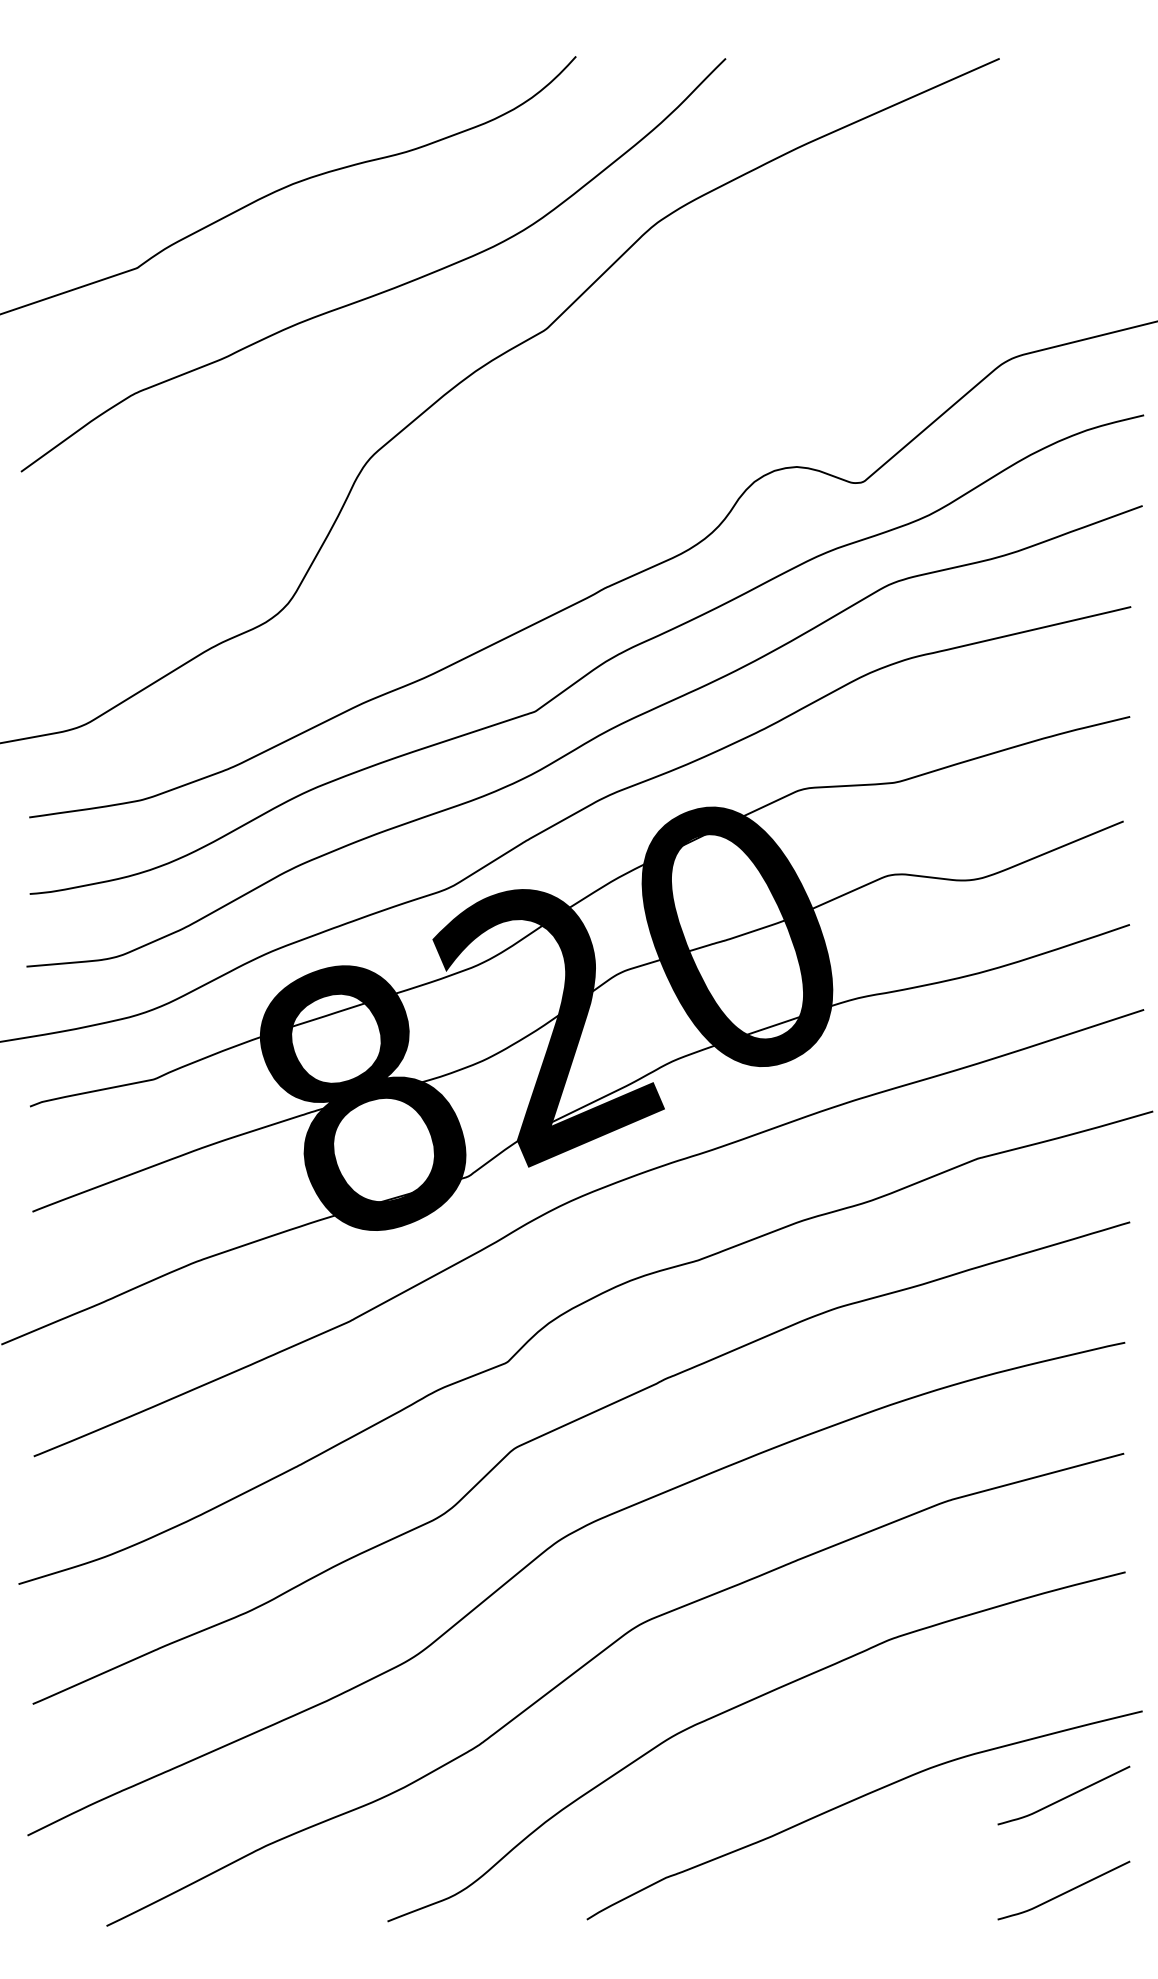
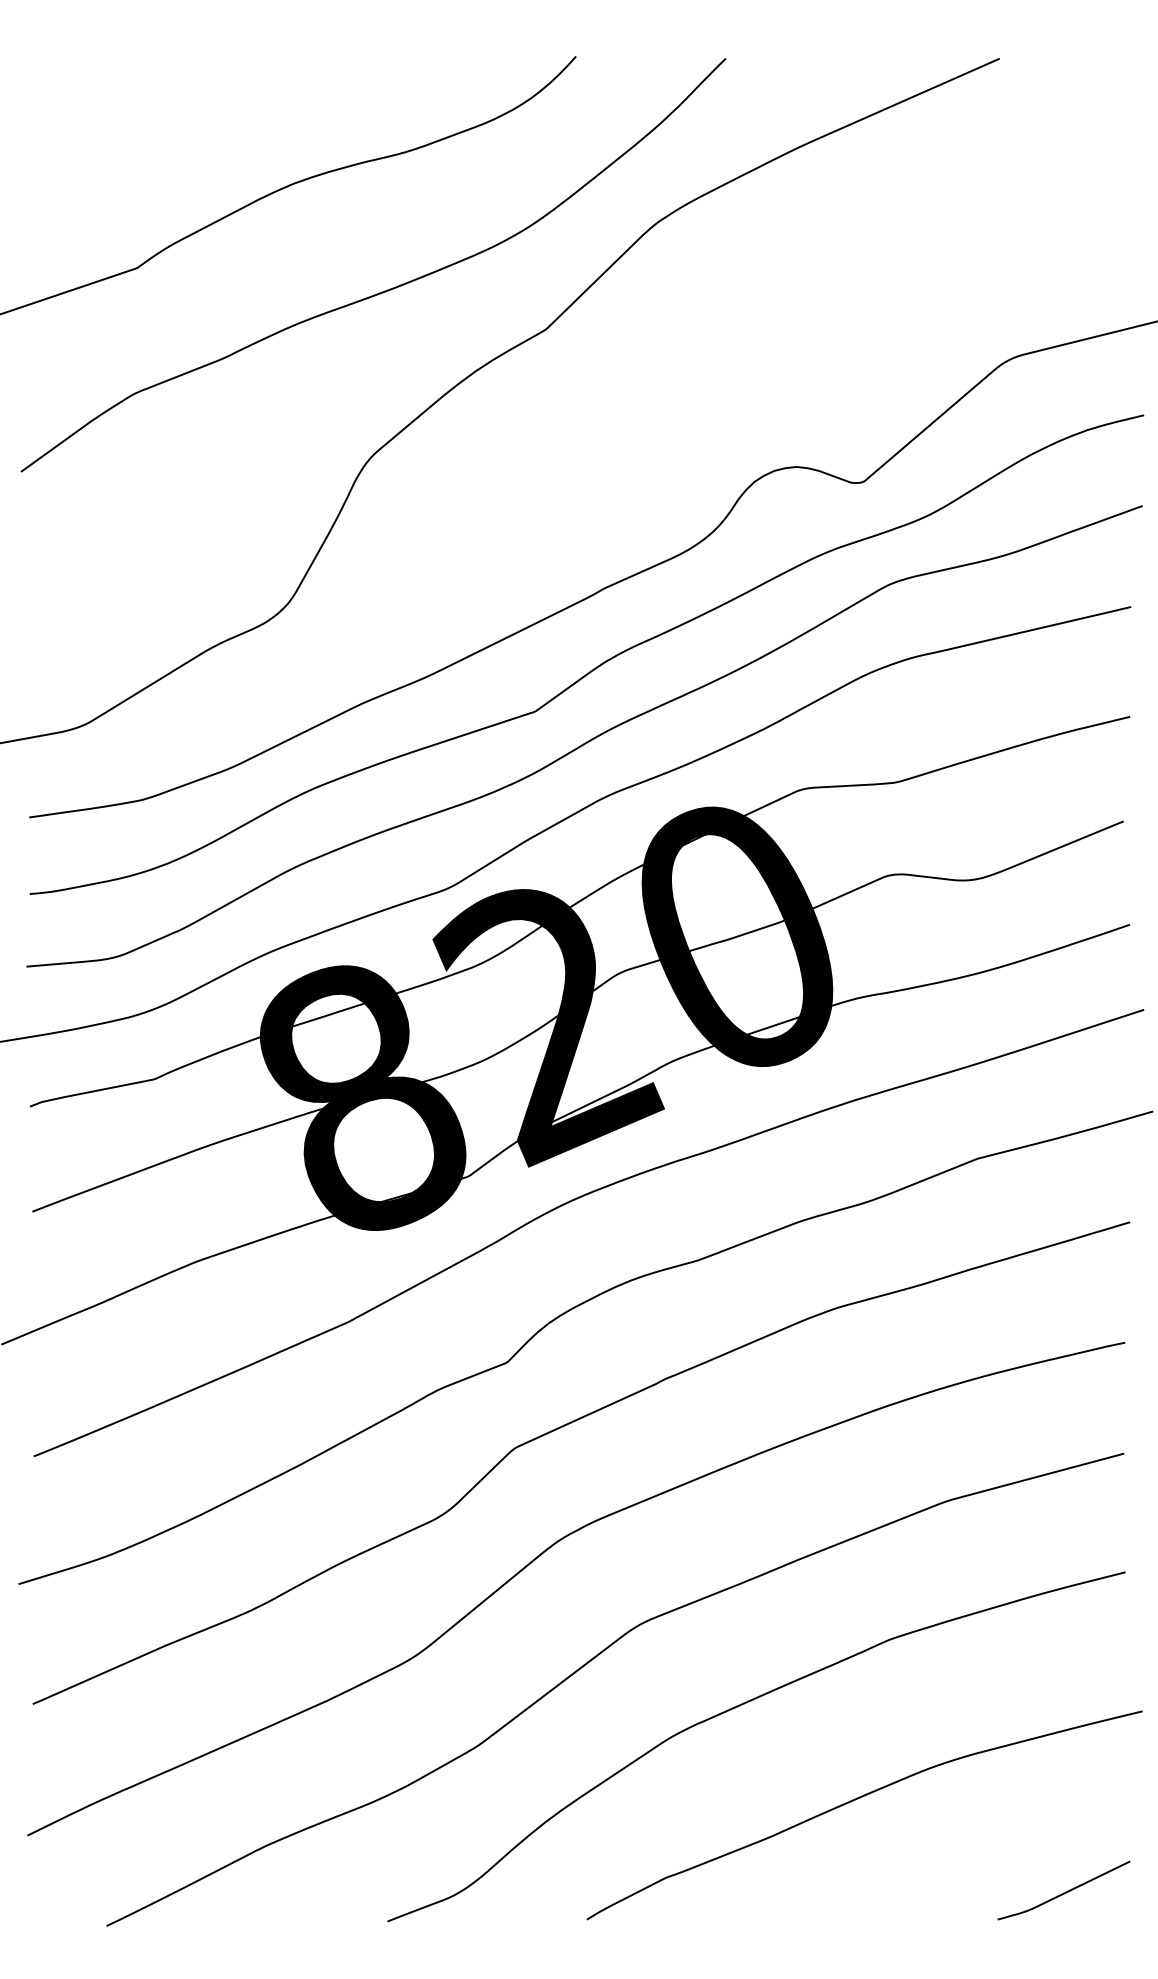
curve at (1063, 1797): present -> none
